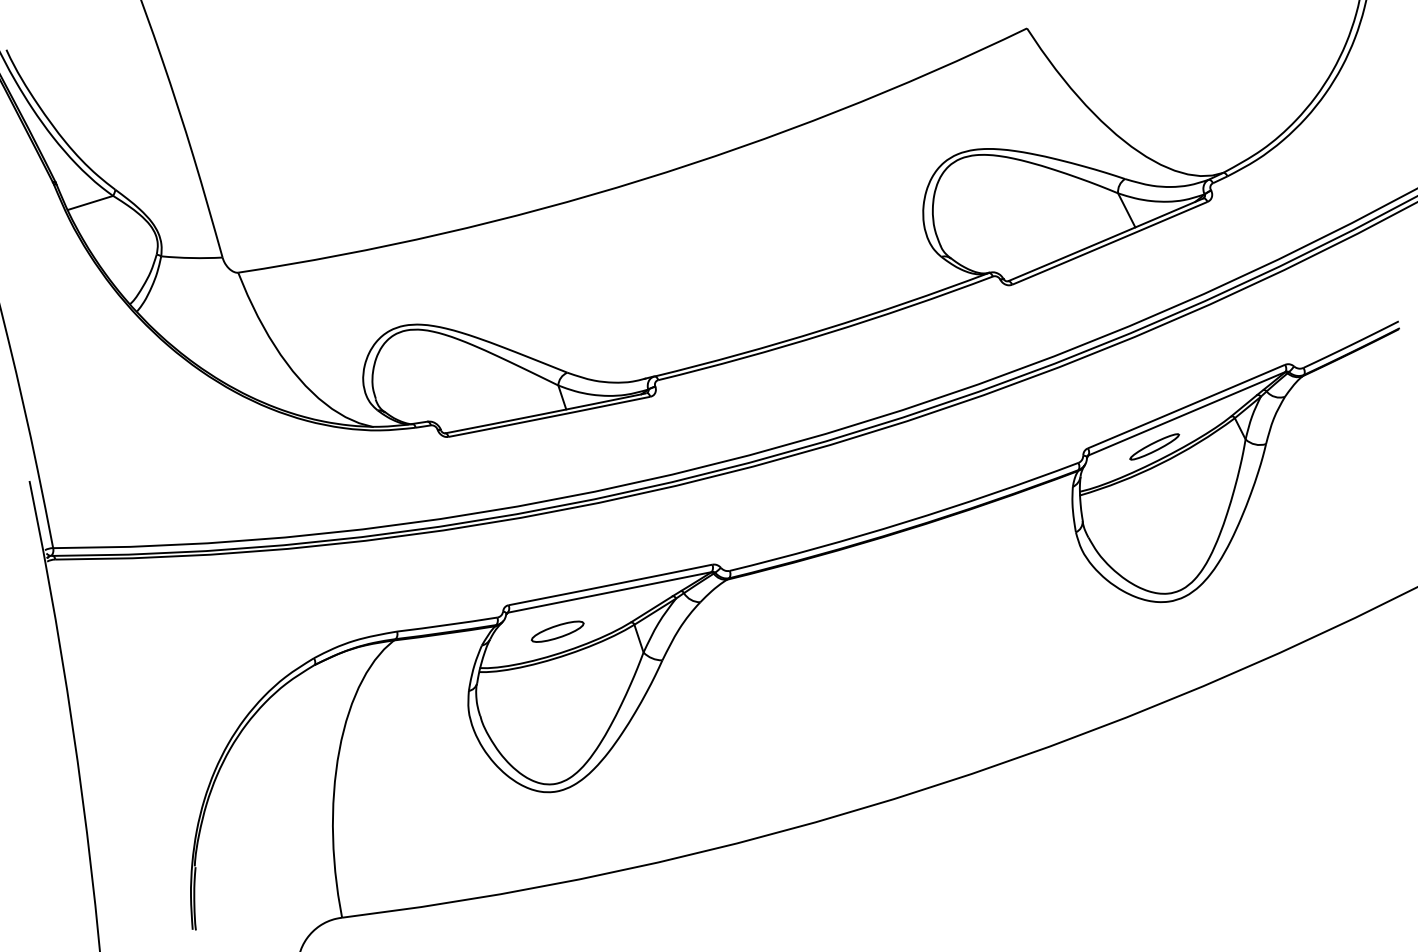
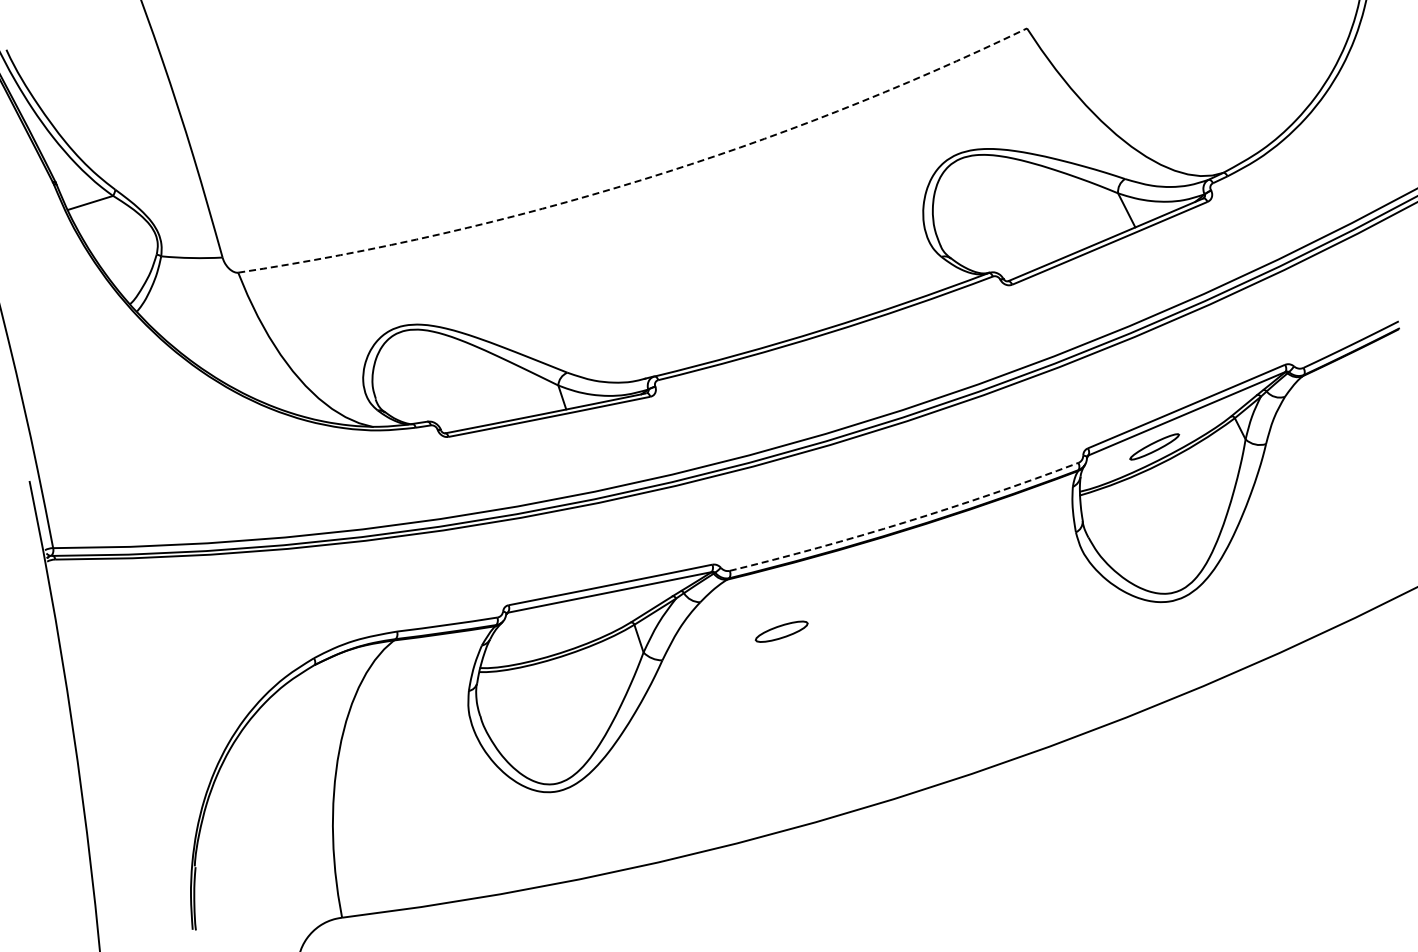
arc at (641, 180): solid -> dashed
arc at (905, 522): solid -> dashed
part at (557, 631) position: (557, 631) -> (781, 631)
